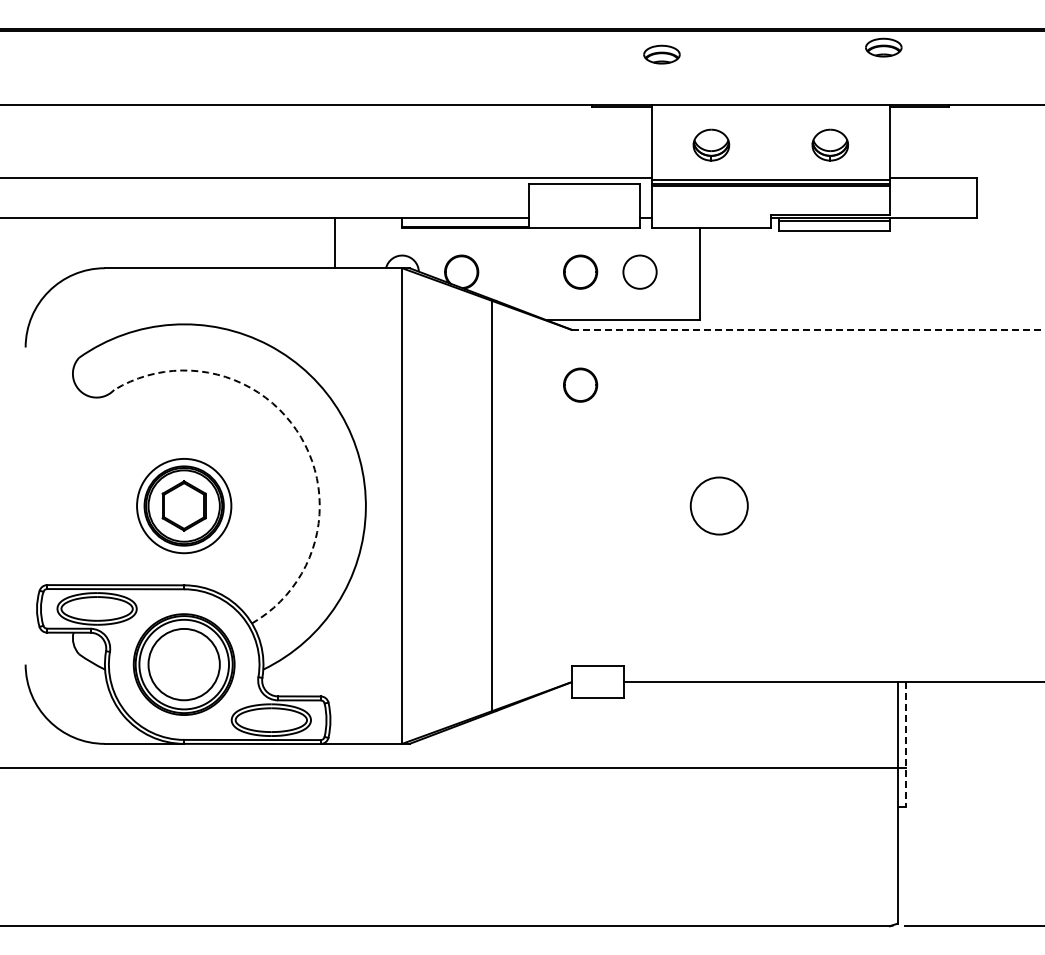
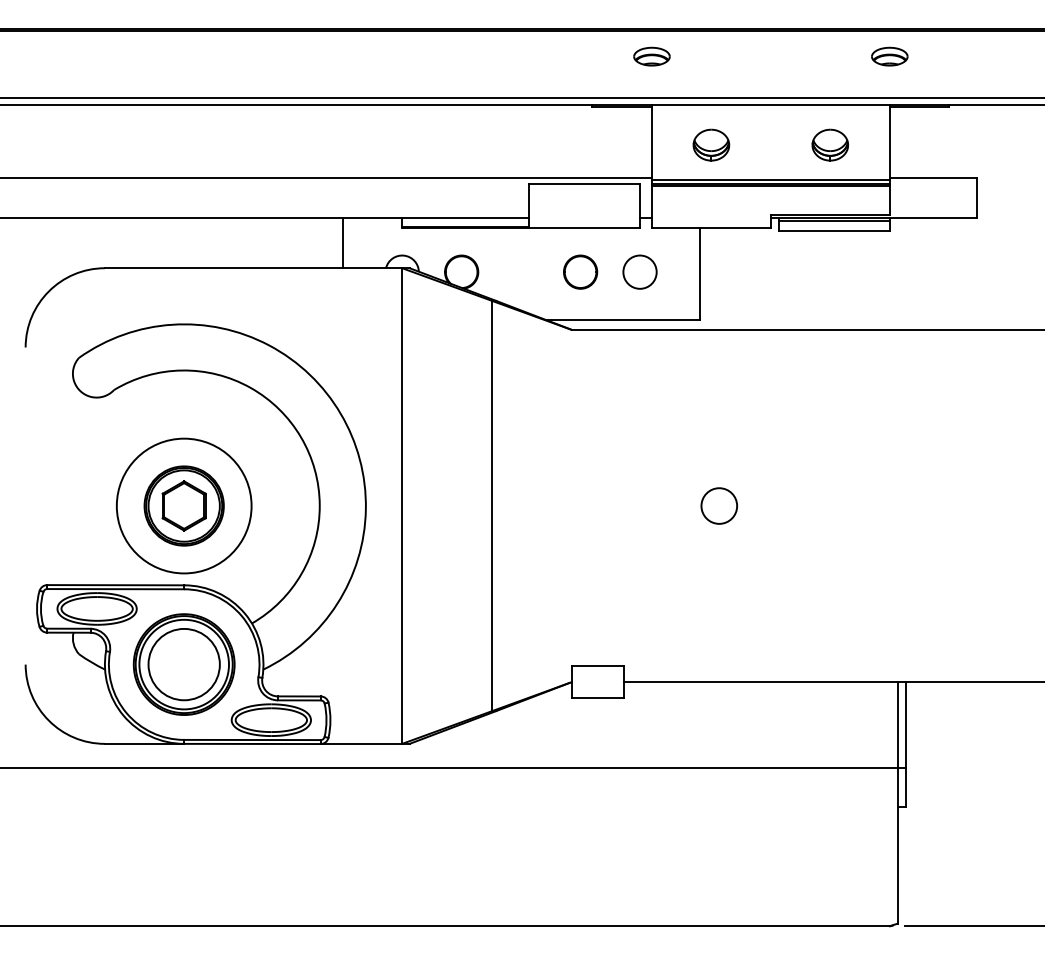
part at (883, 47) position: (883, 47) -> (889, 56)
part at (661, 54) position: (661, 54) -> (651, 56)
line at (521, 98): none -> present
line at (334, 243) position: (334, 243) -> (342, 243)
line at (808, 329): dashed -> solid
circle at (580, 384): present -> none
arc at (301, 437): dashed -> solid
circle at (184, 505) diameter: 94 px -> 135 px
circle at (718, 505) diameter: 57 px -> 36 px
line at (905, 744): dashed -> solid
